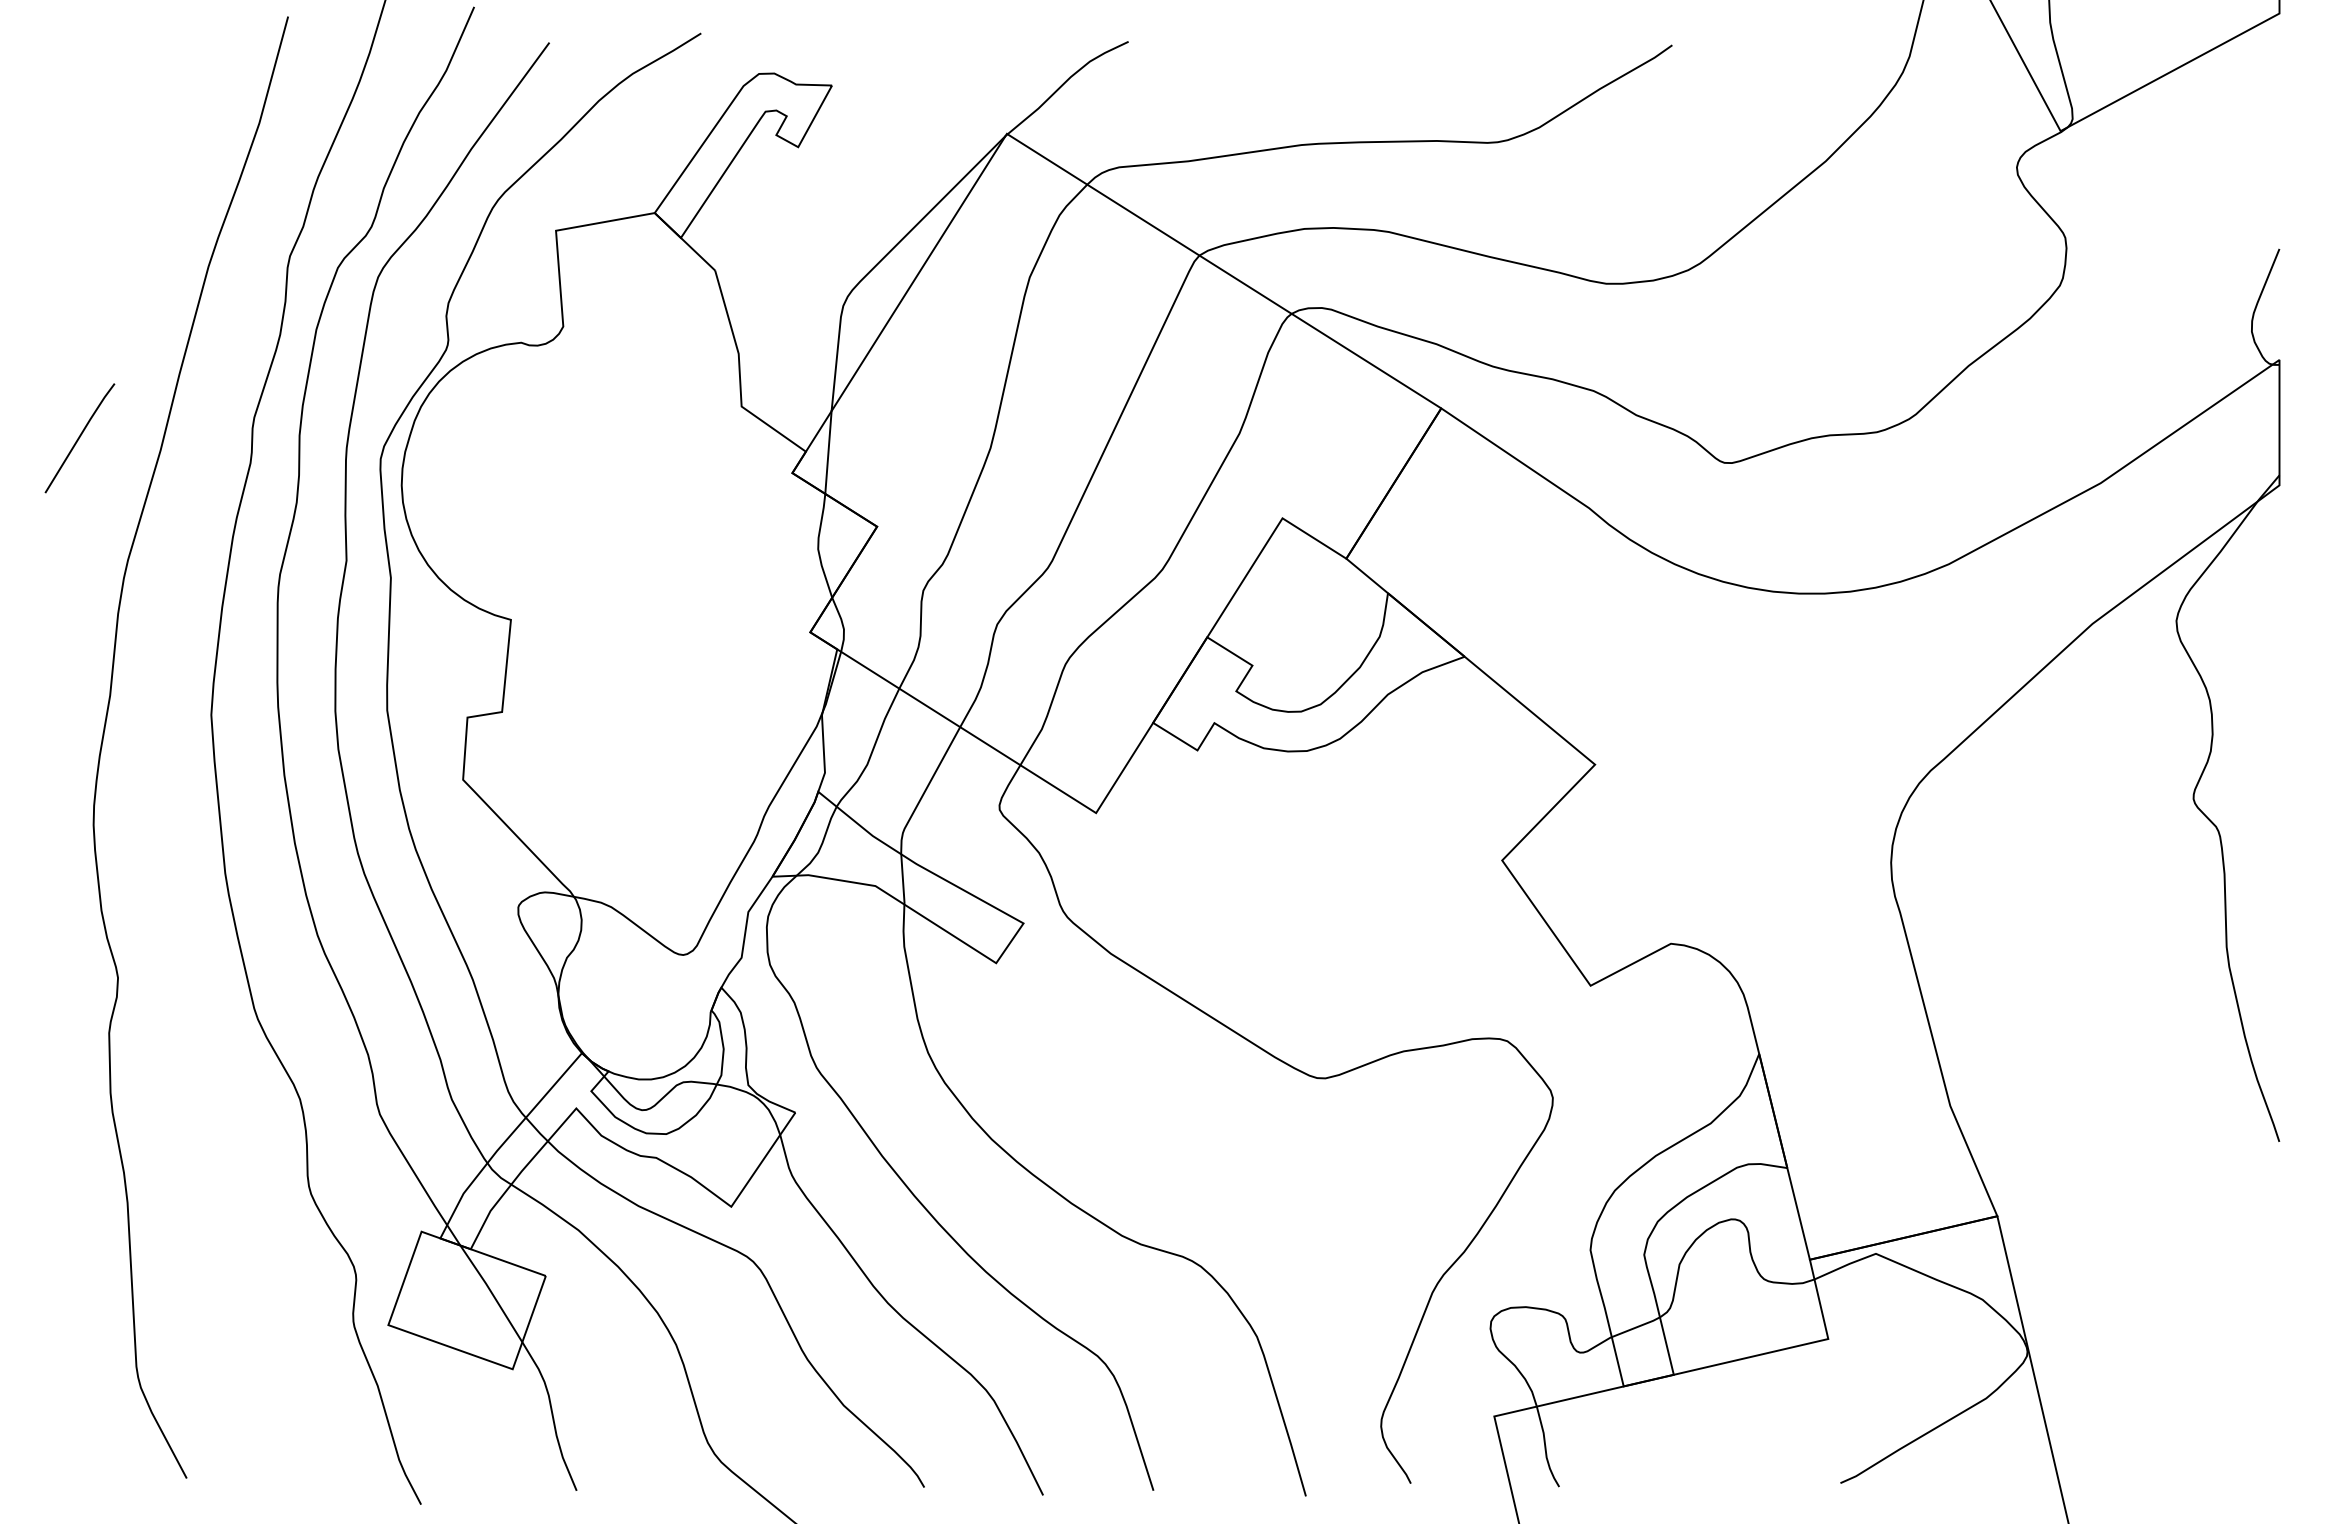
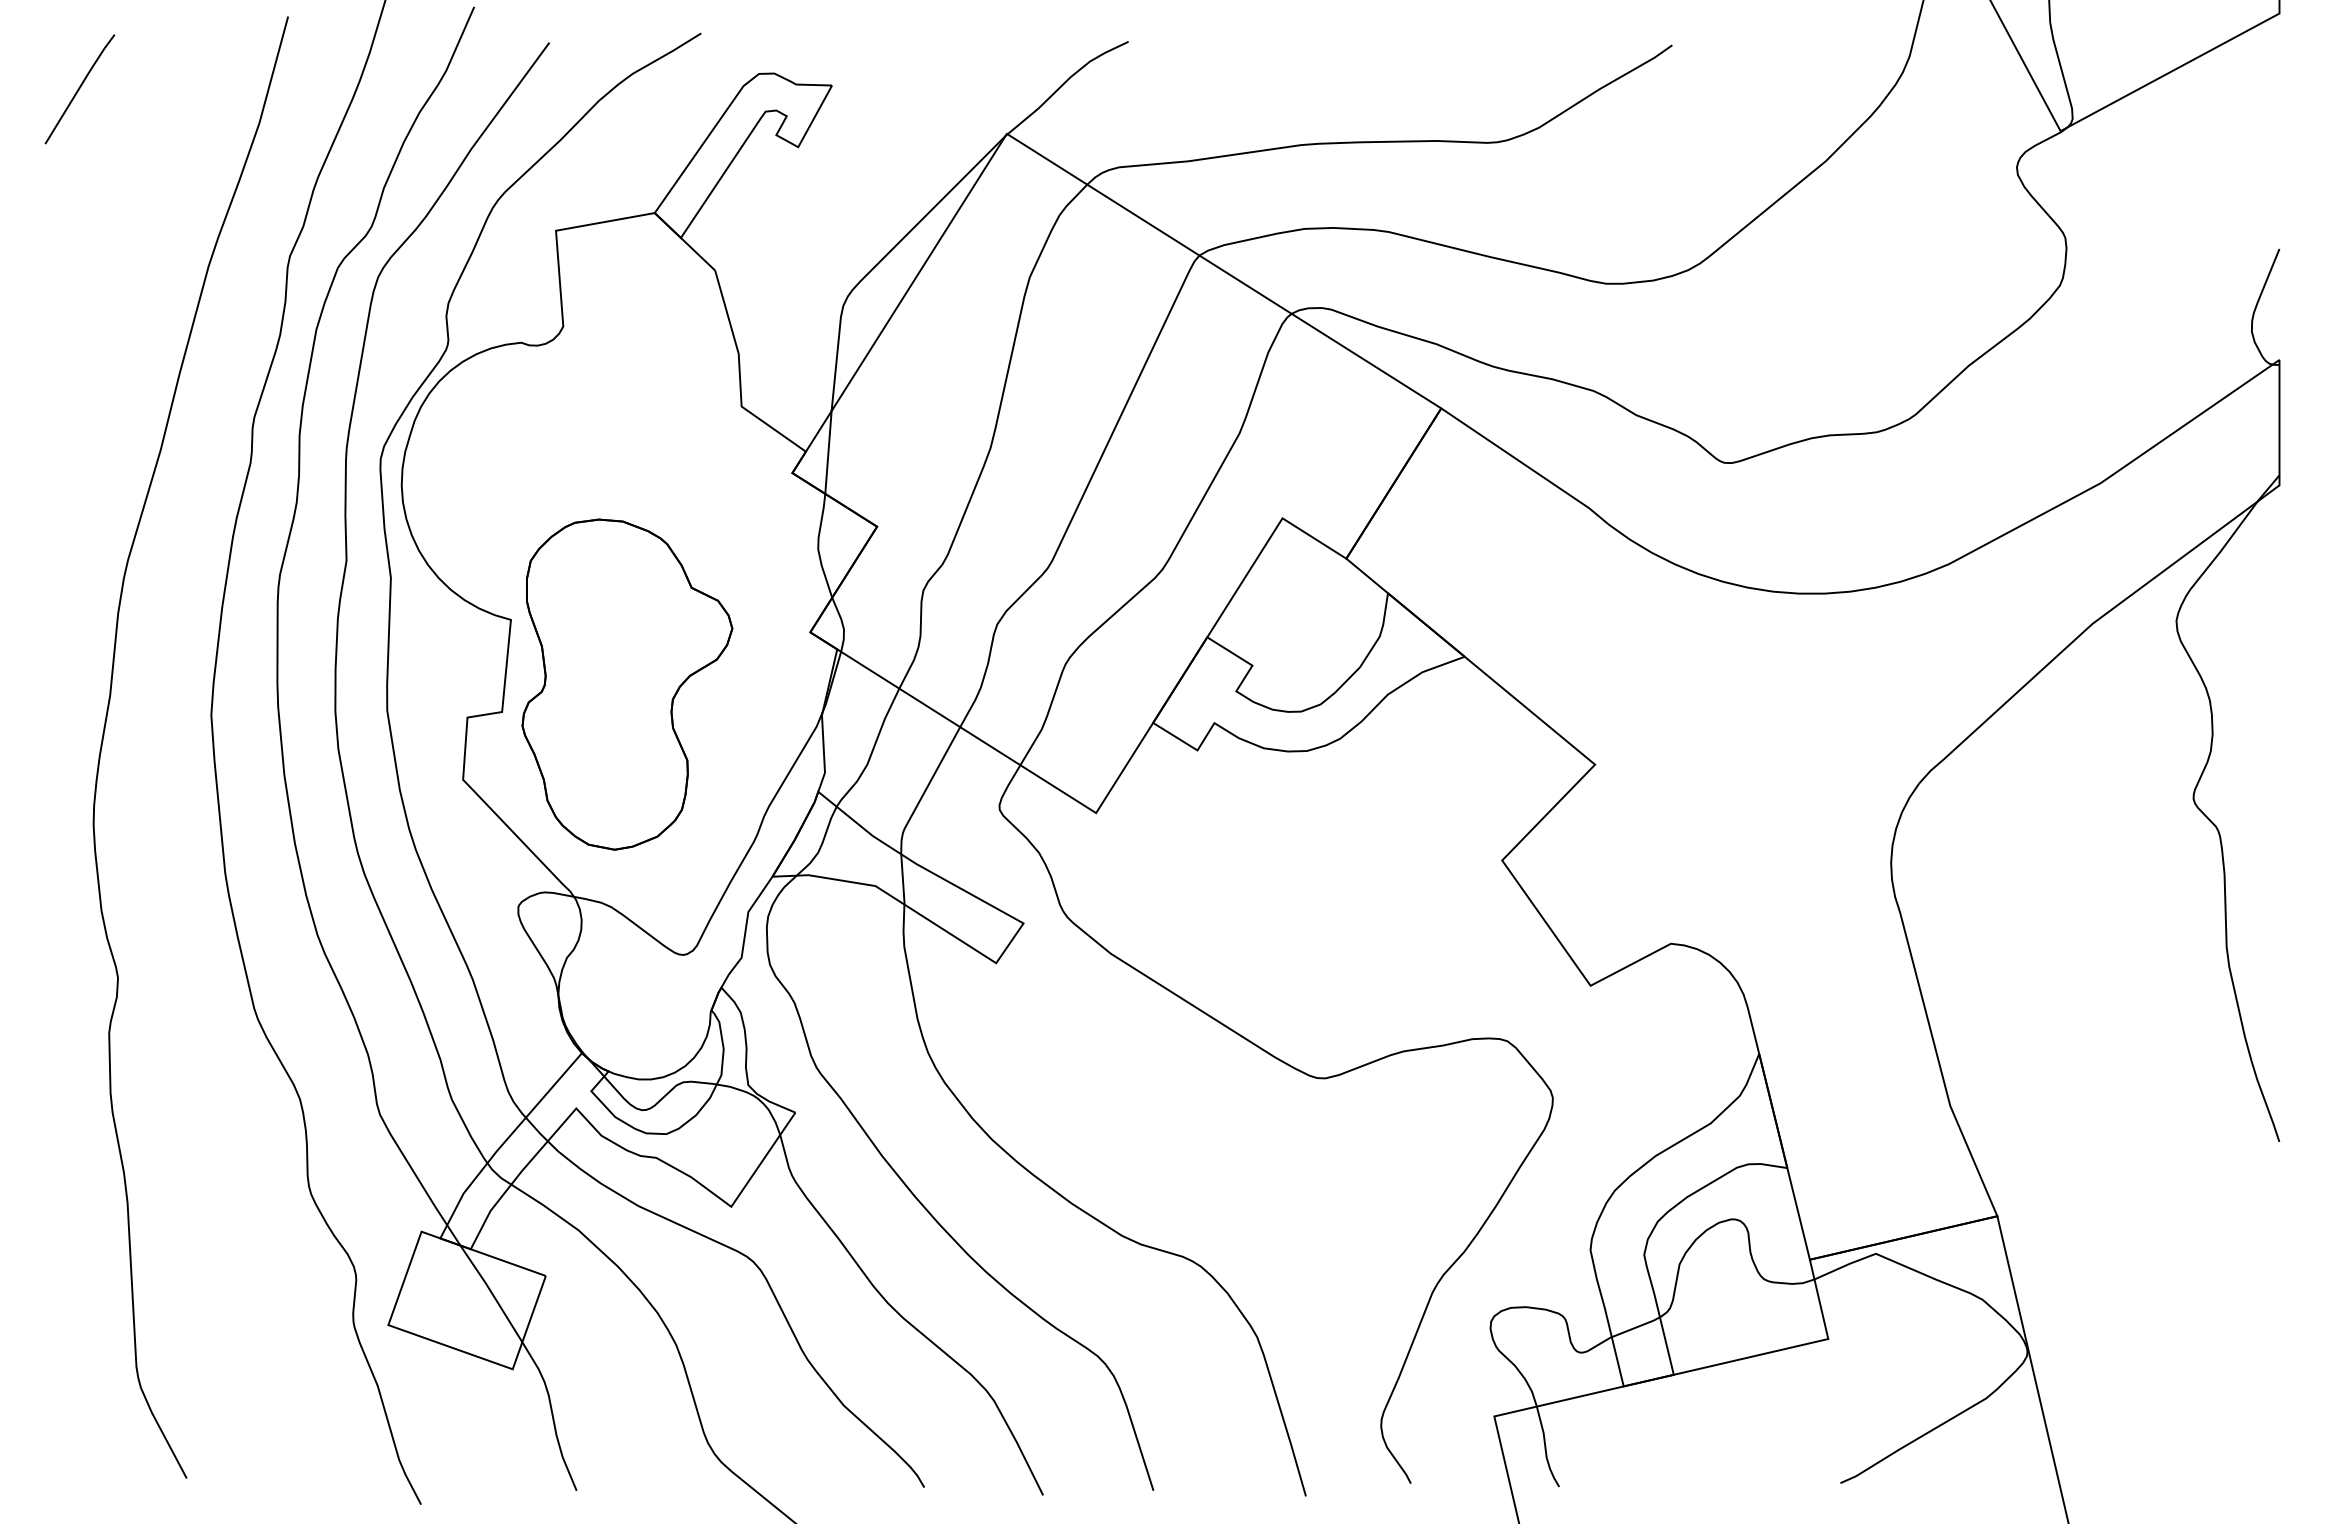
line at (79, 438) position: (79, 438) -> (79, 89)
part at (627, 684): none -> present
